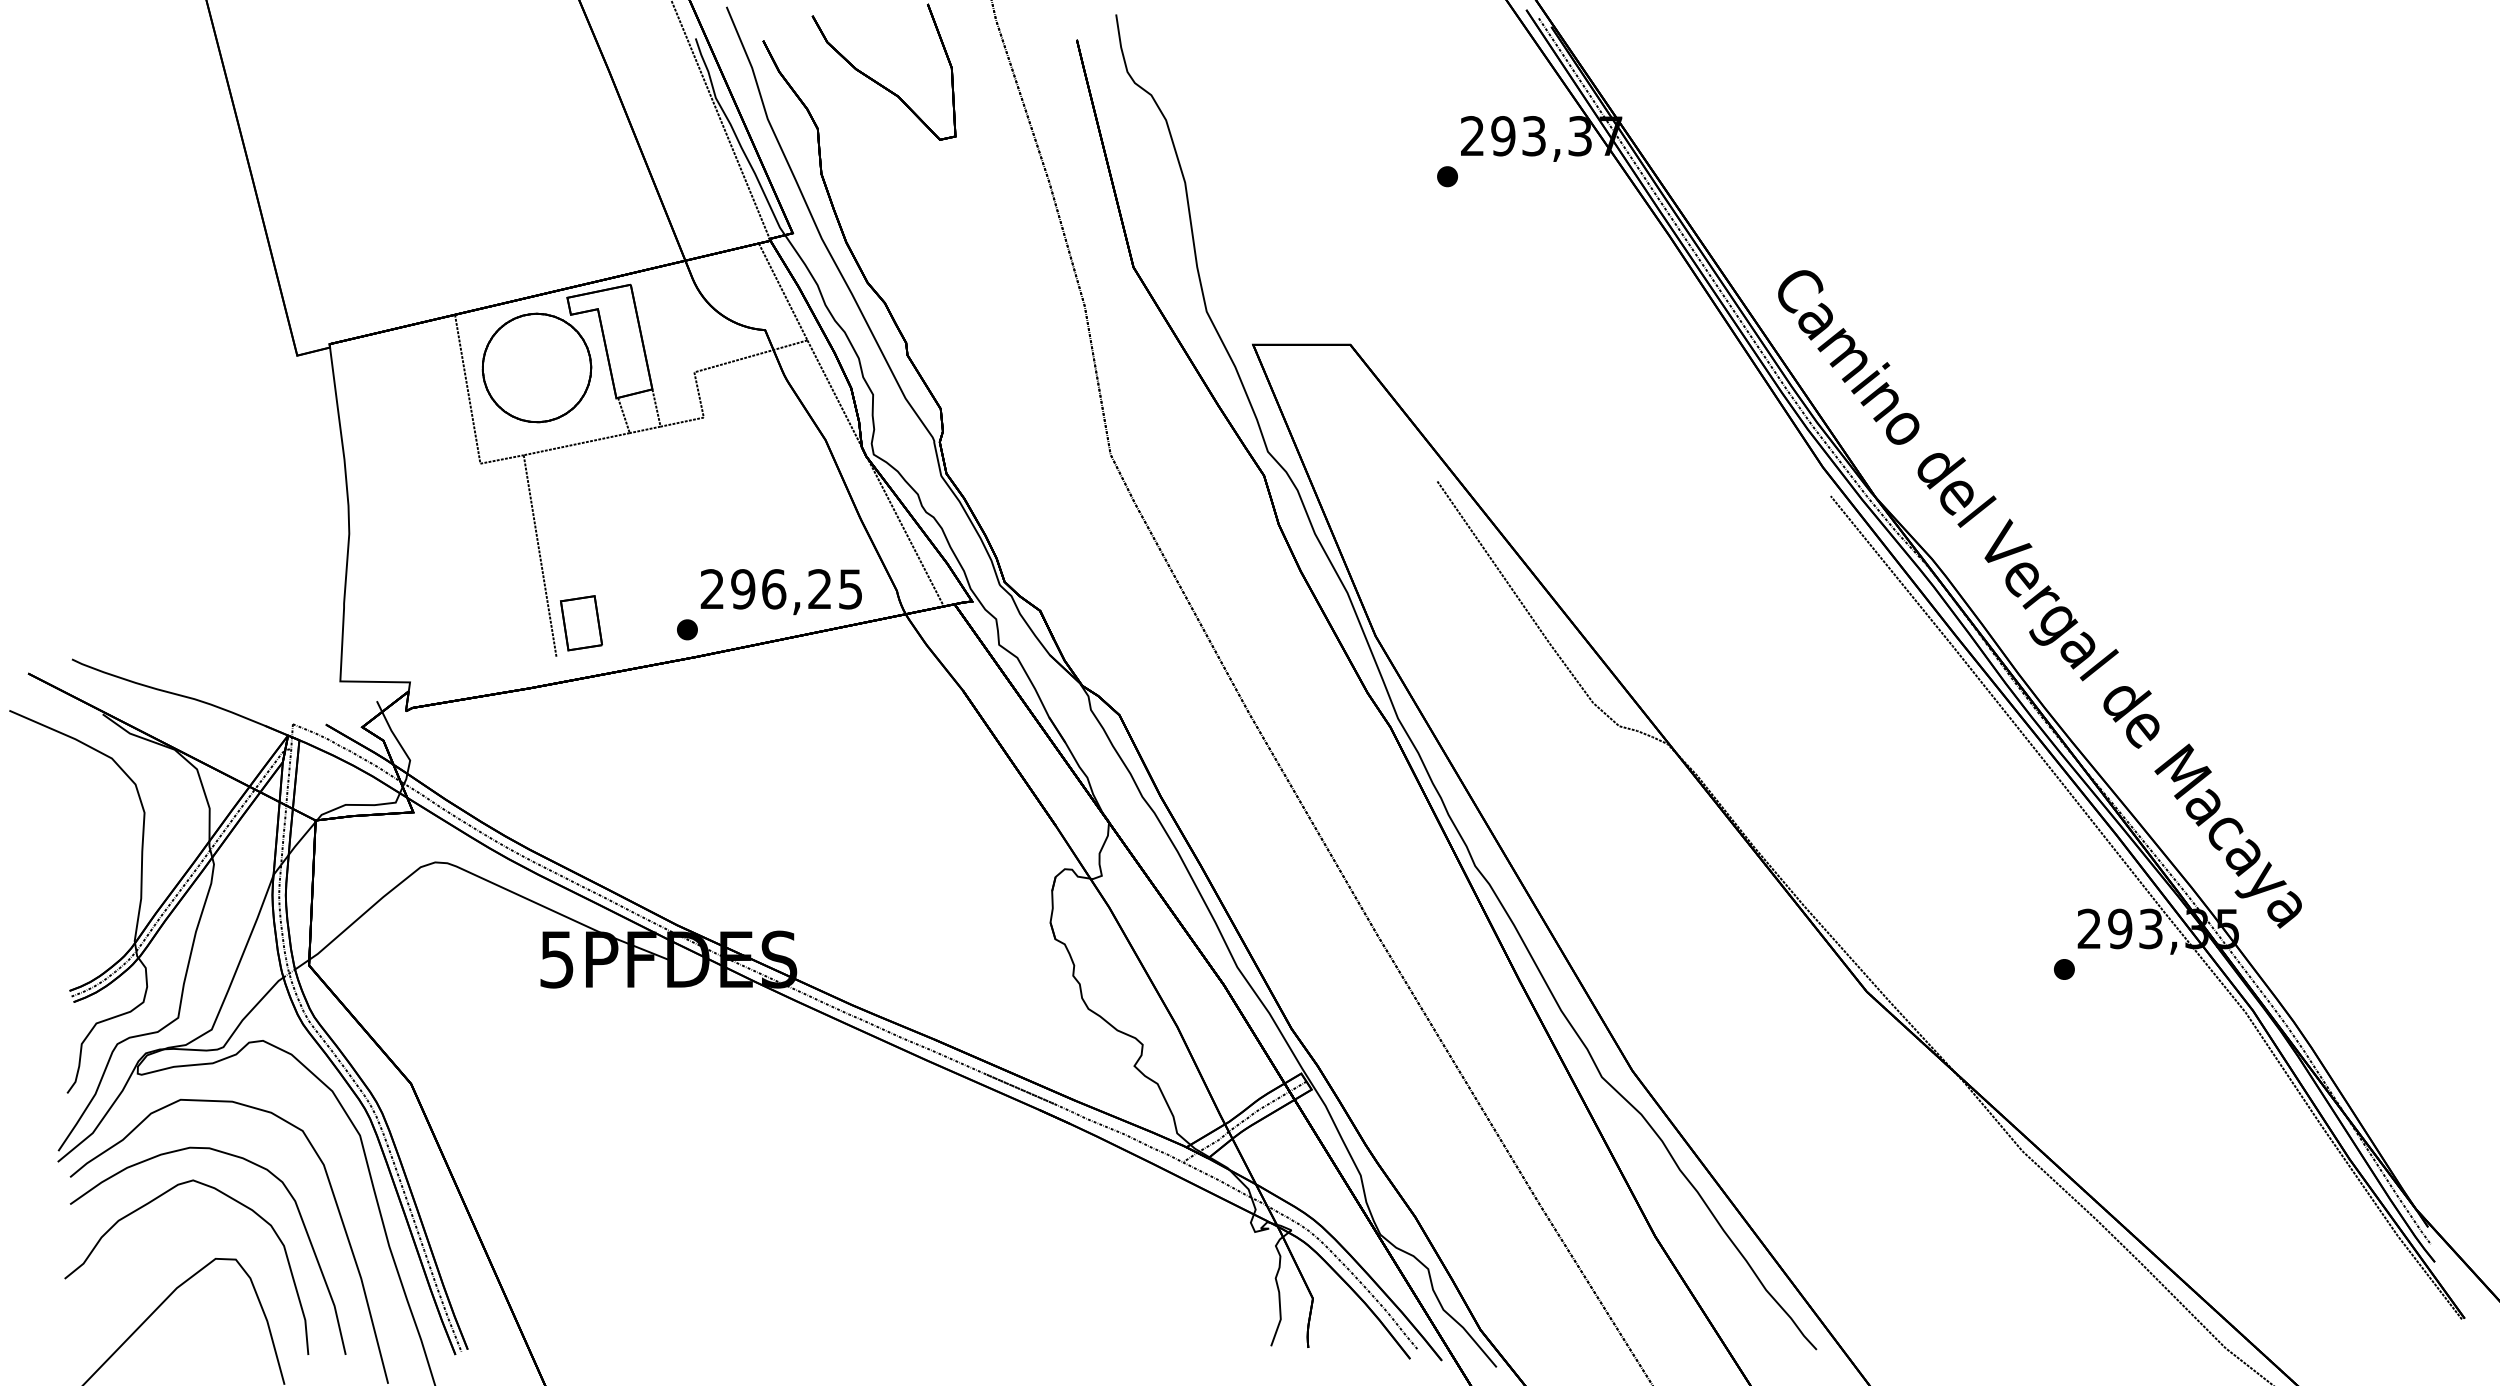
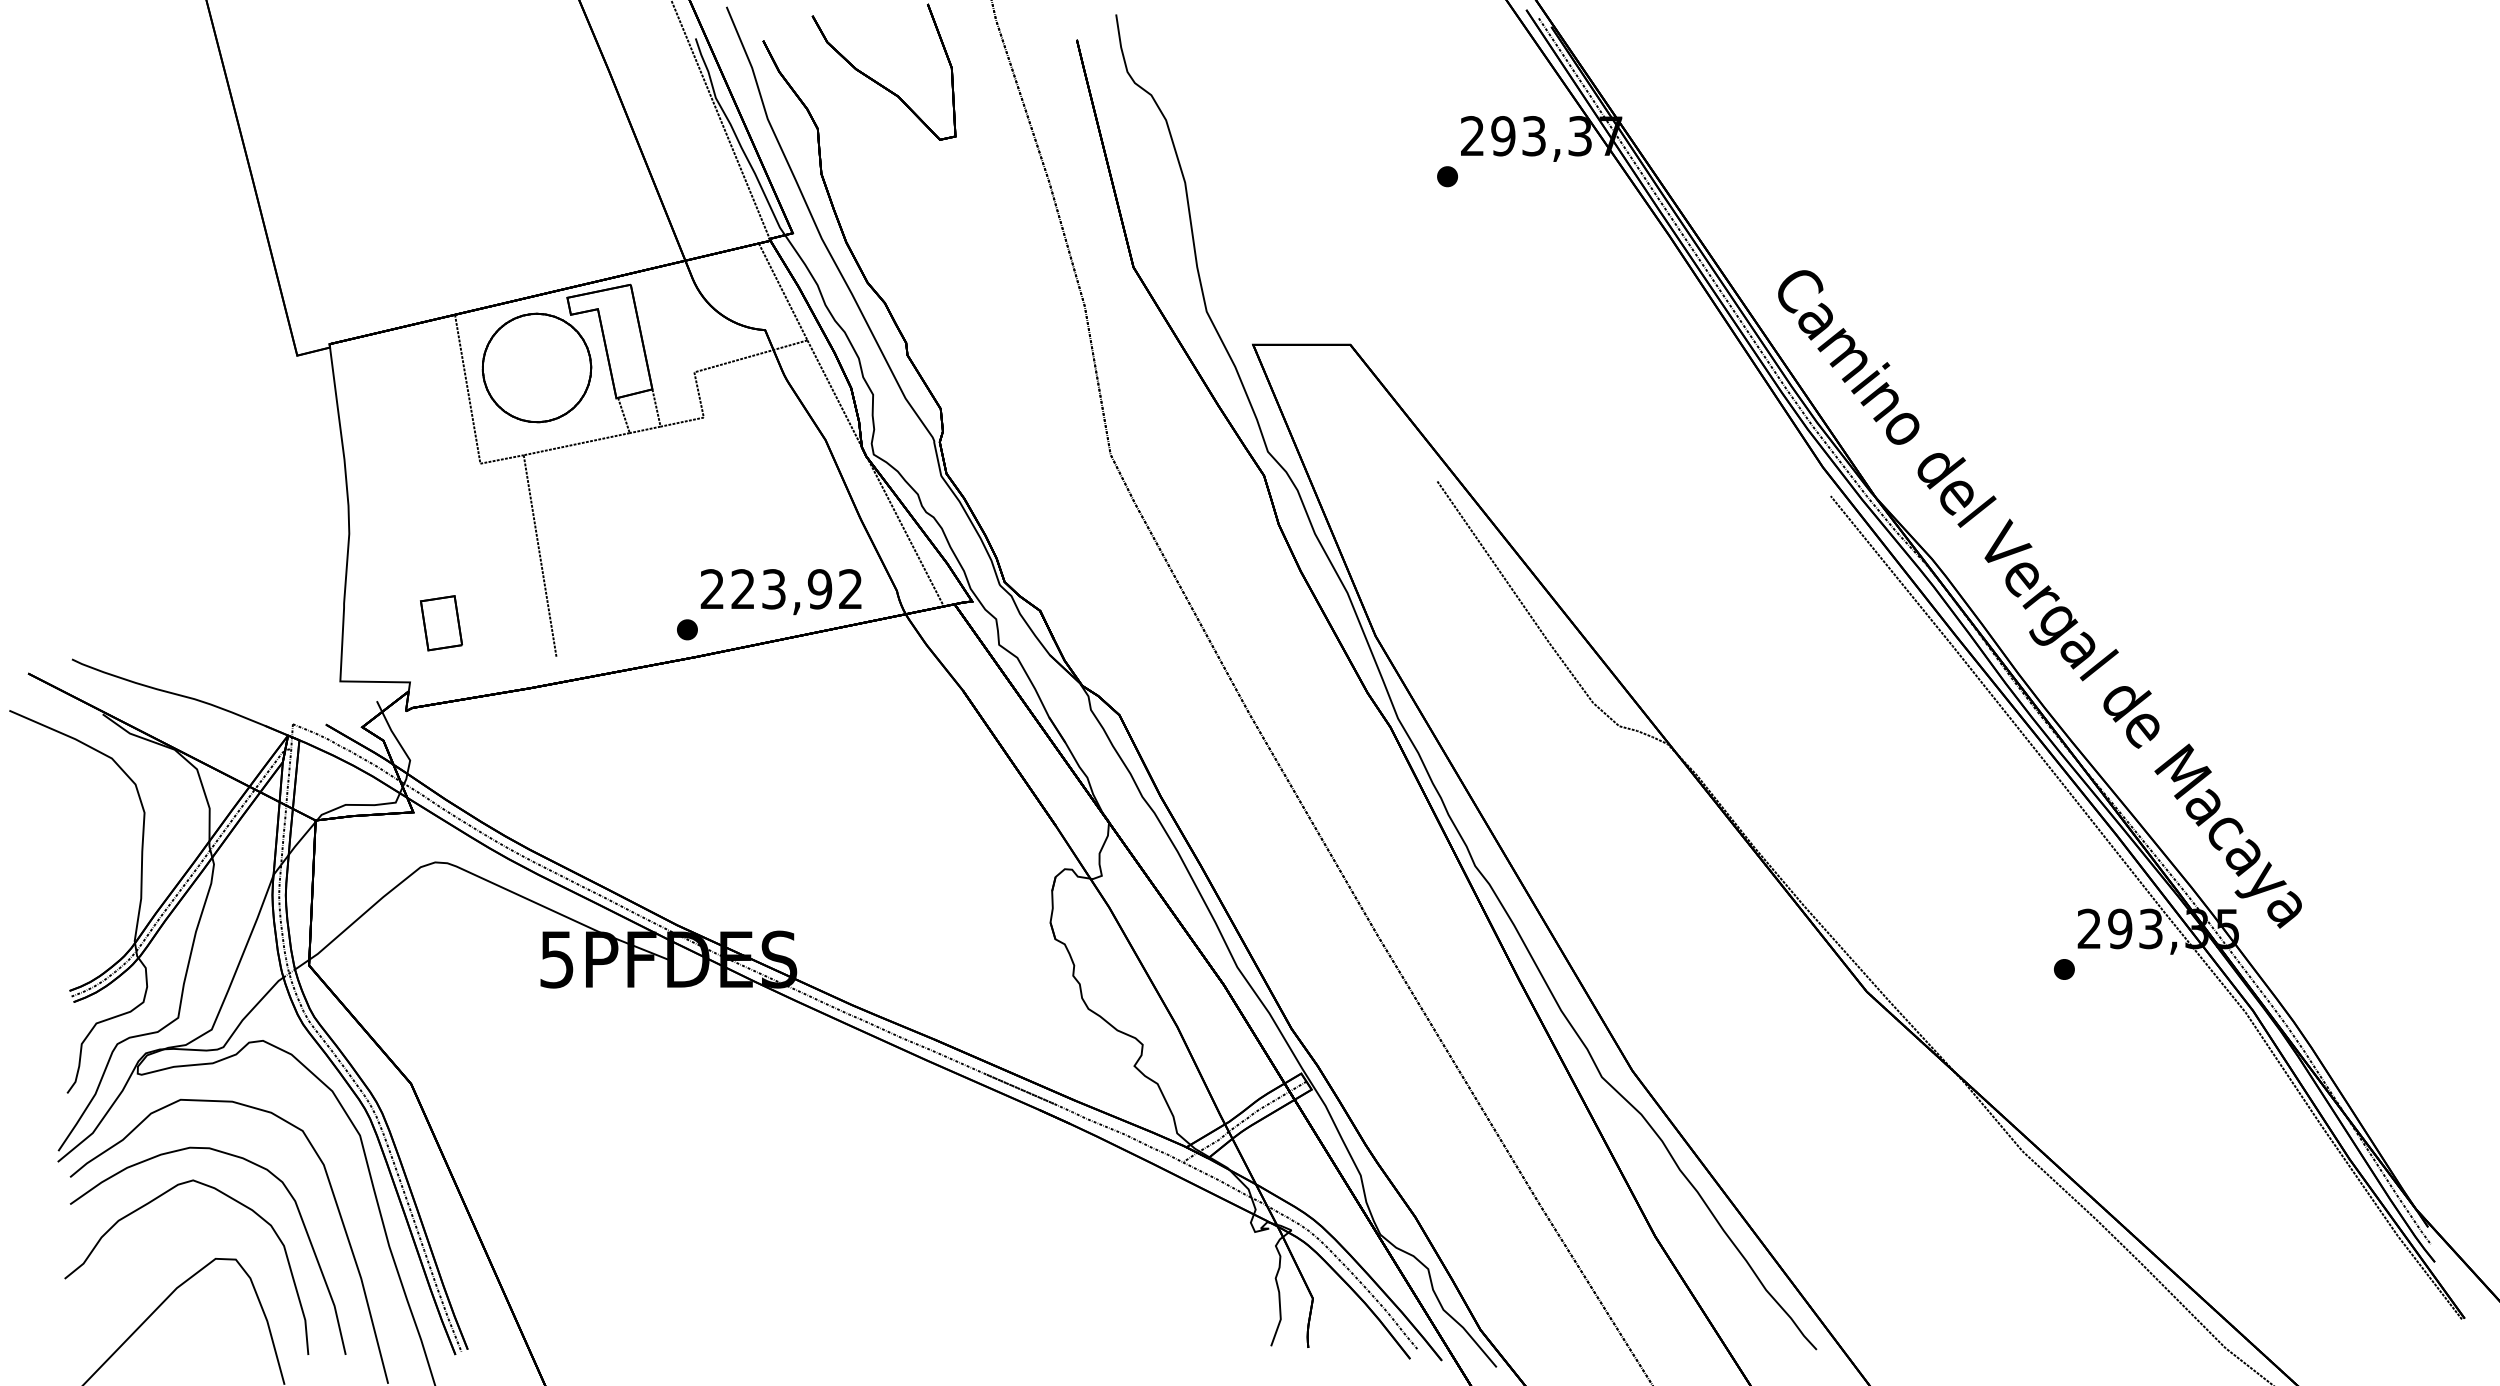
text at (796, 589): 296,25 -> 223,92
part at (581, 623) position: (581, 623) -> (441, 623)
